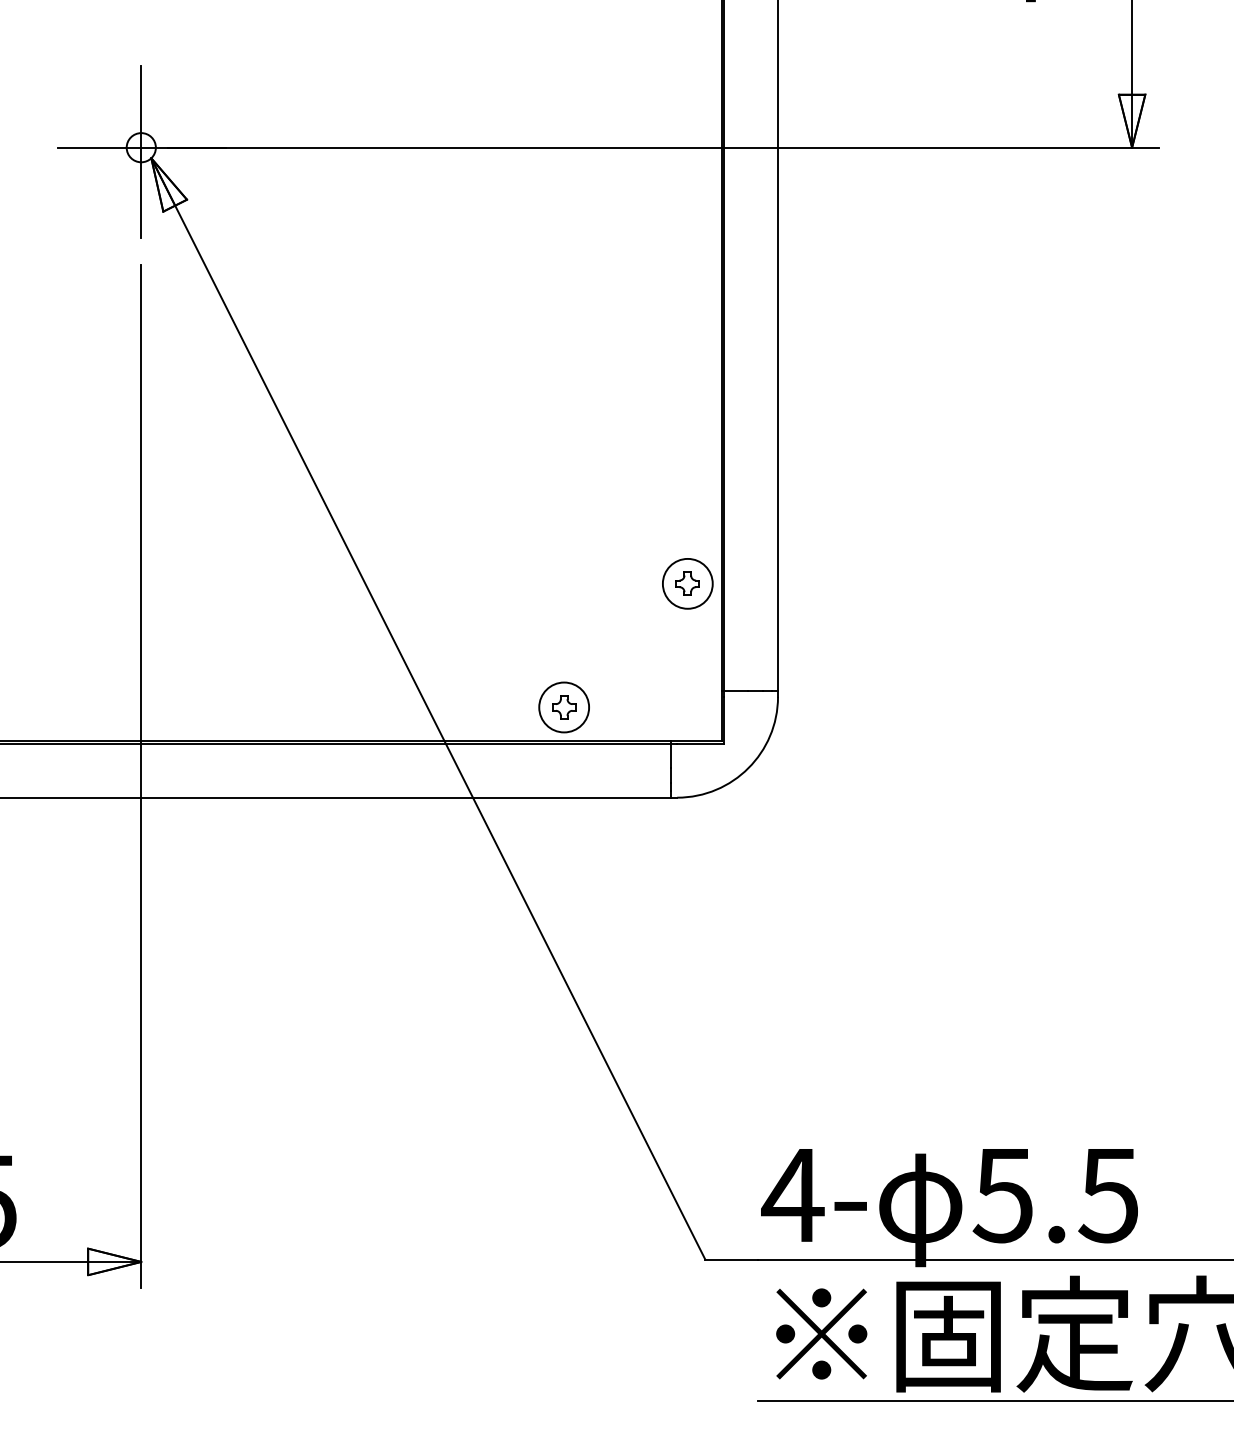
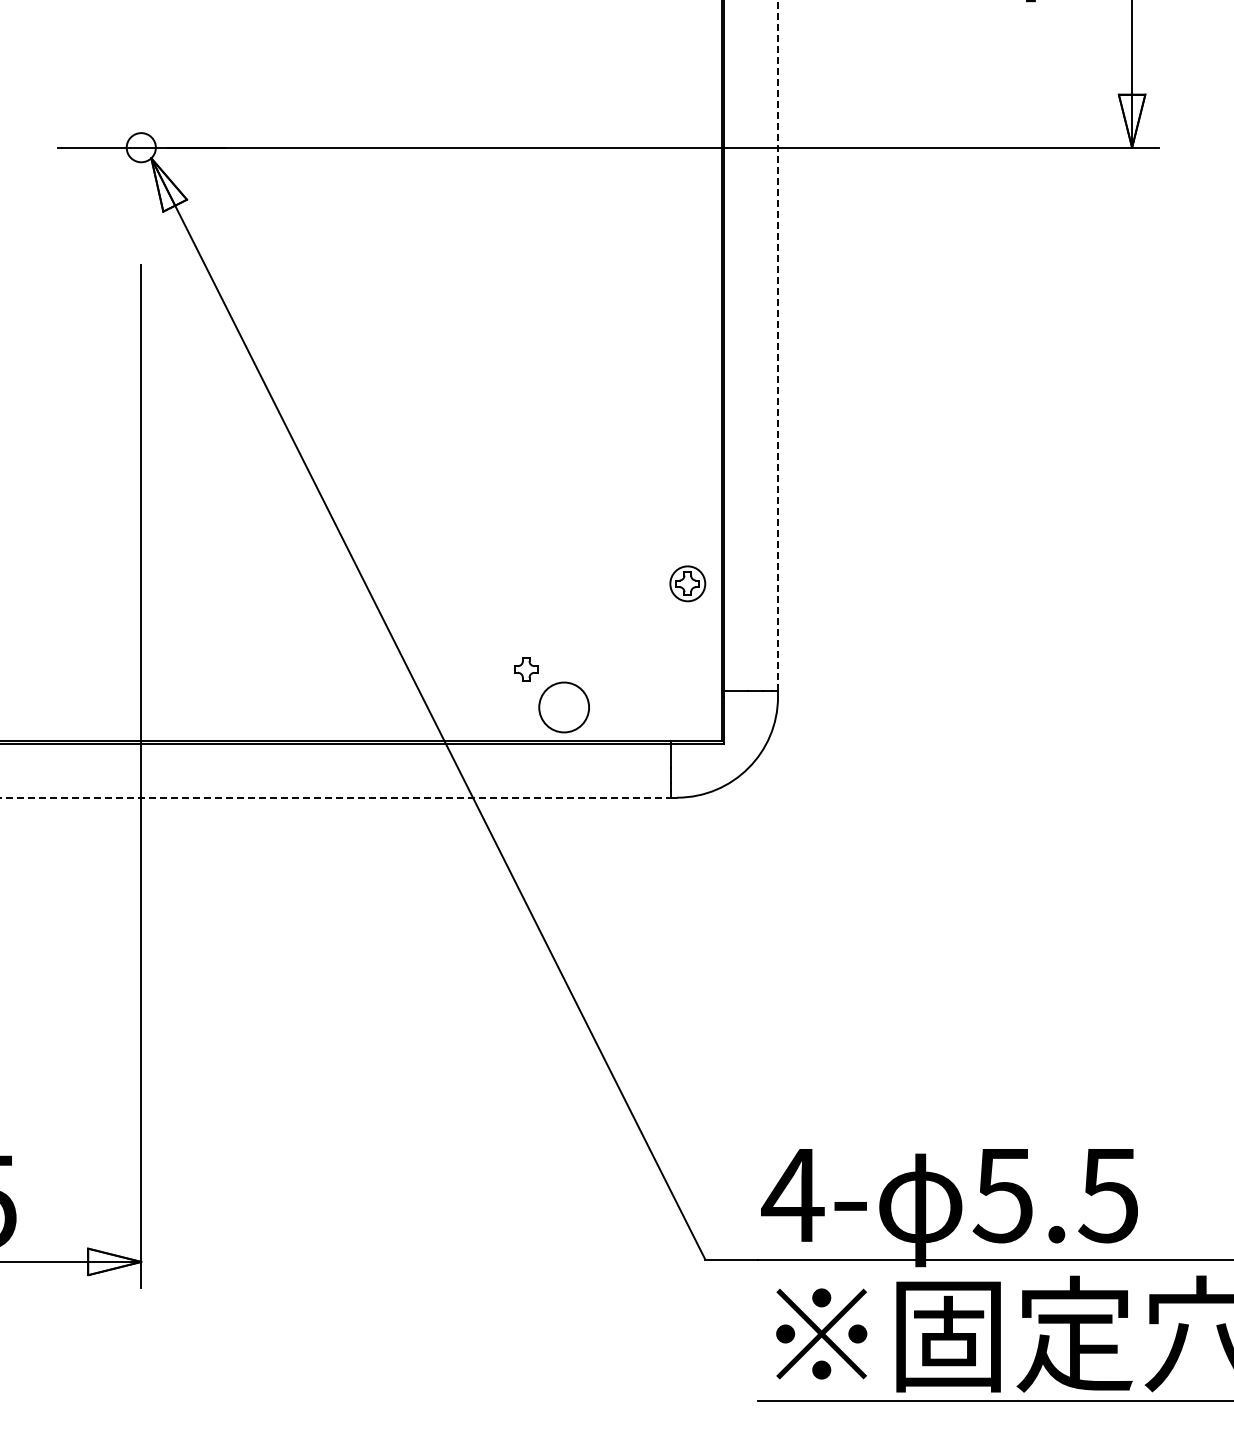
line at (141, 152): present -> none
line at (778, 345): solid -> dashed
circle at (687, 583) diameter: 50 px -> 35 px
part at (564, 707) position: (564, 707) -> (526, 669)
line at (336, 797): solid -> dashed
